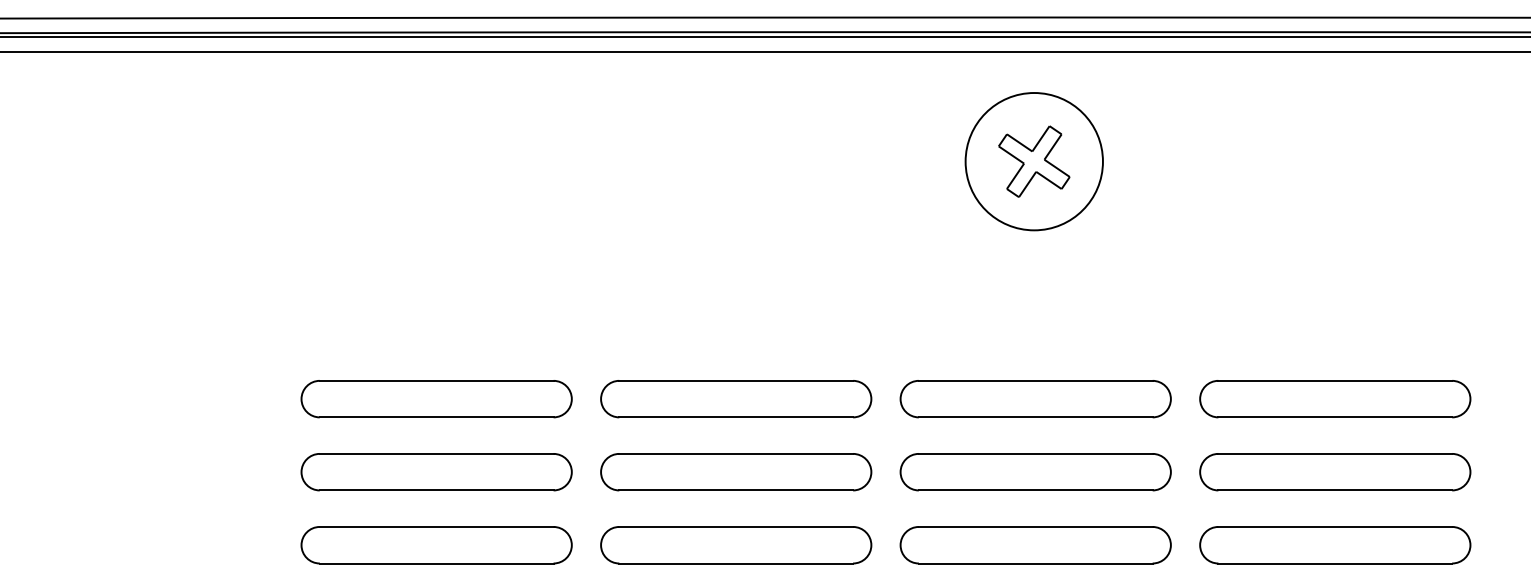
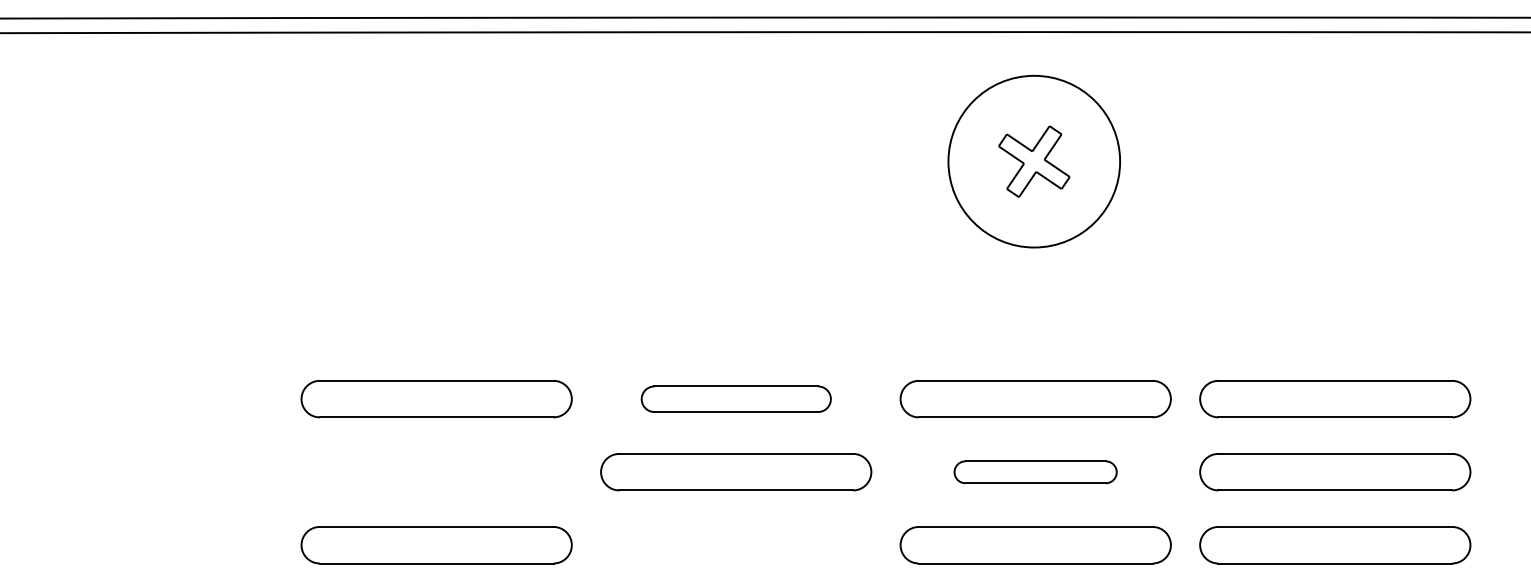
line at (764, 37): present -> none
line at (764, 52): present -> none
circle at (1033, 161) diameter: 137 px -> 172 px
part at (736, 399) size: 273x39 px -> 192x28 px
part at (436, 472): present -> none
part at (1035, 472) size: 273x39 px -> 165x25 px
part at (736, 545): present -> none
